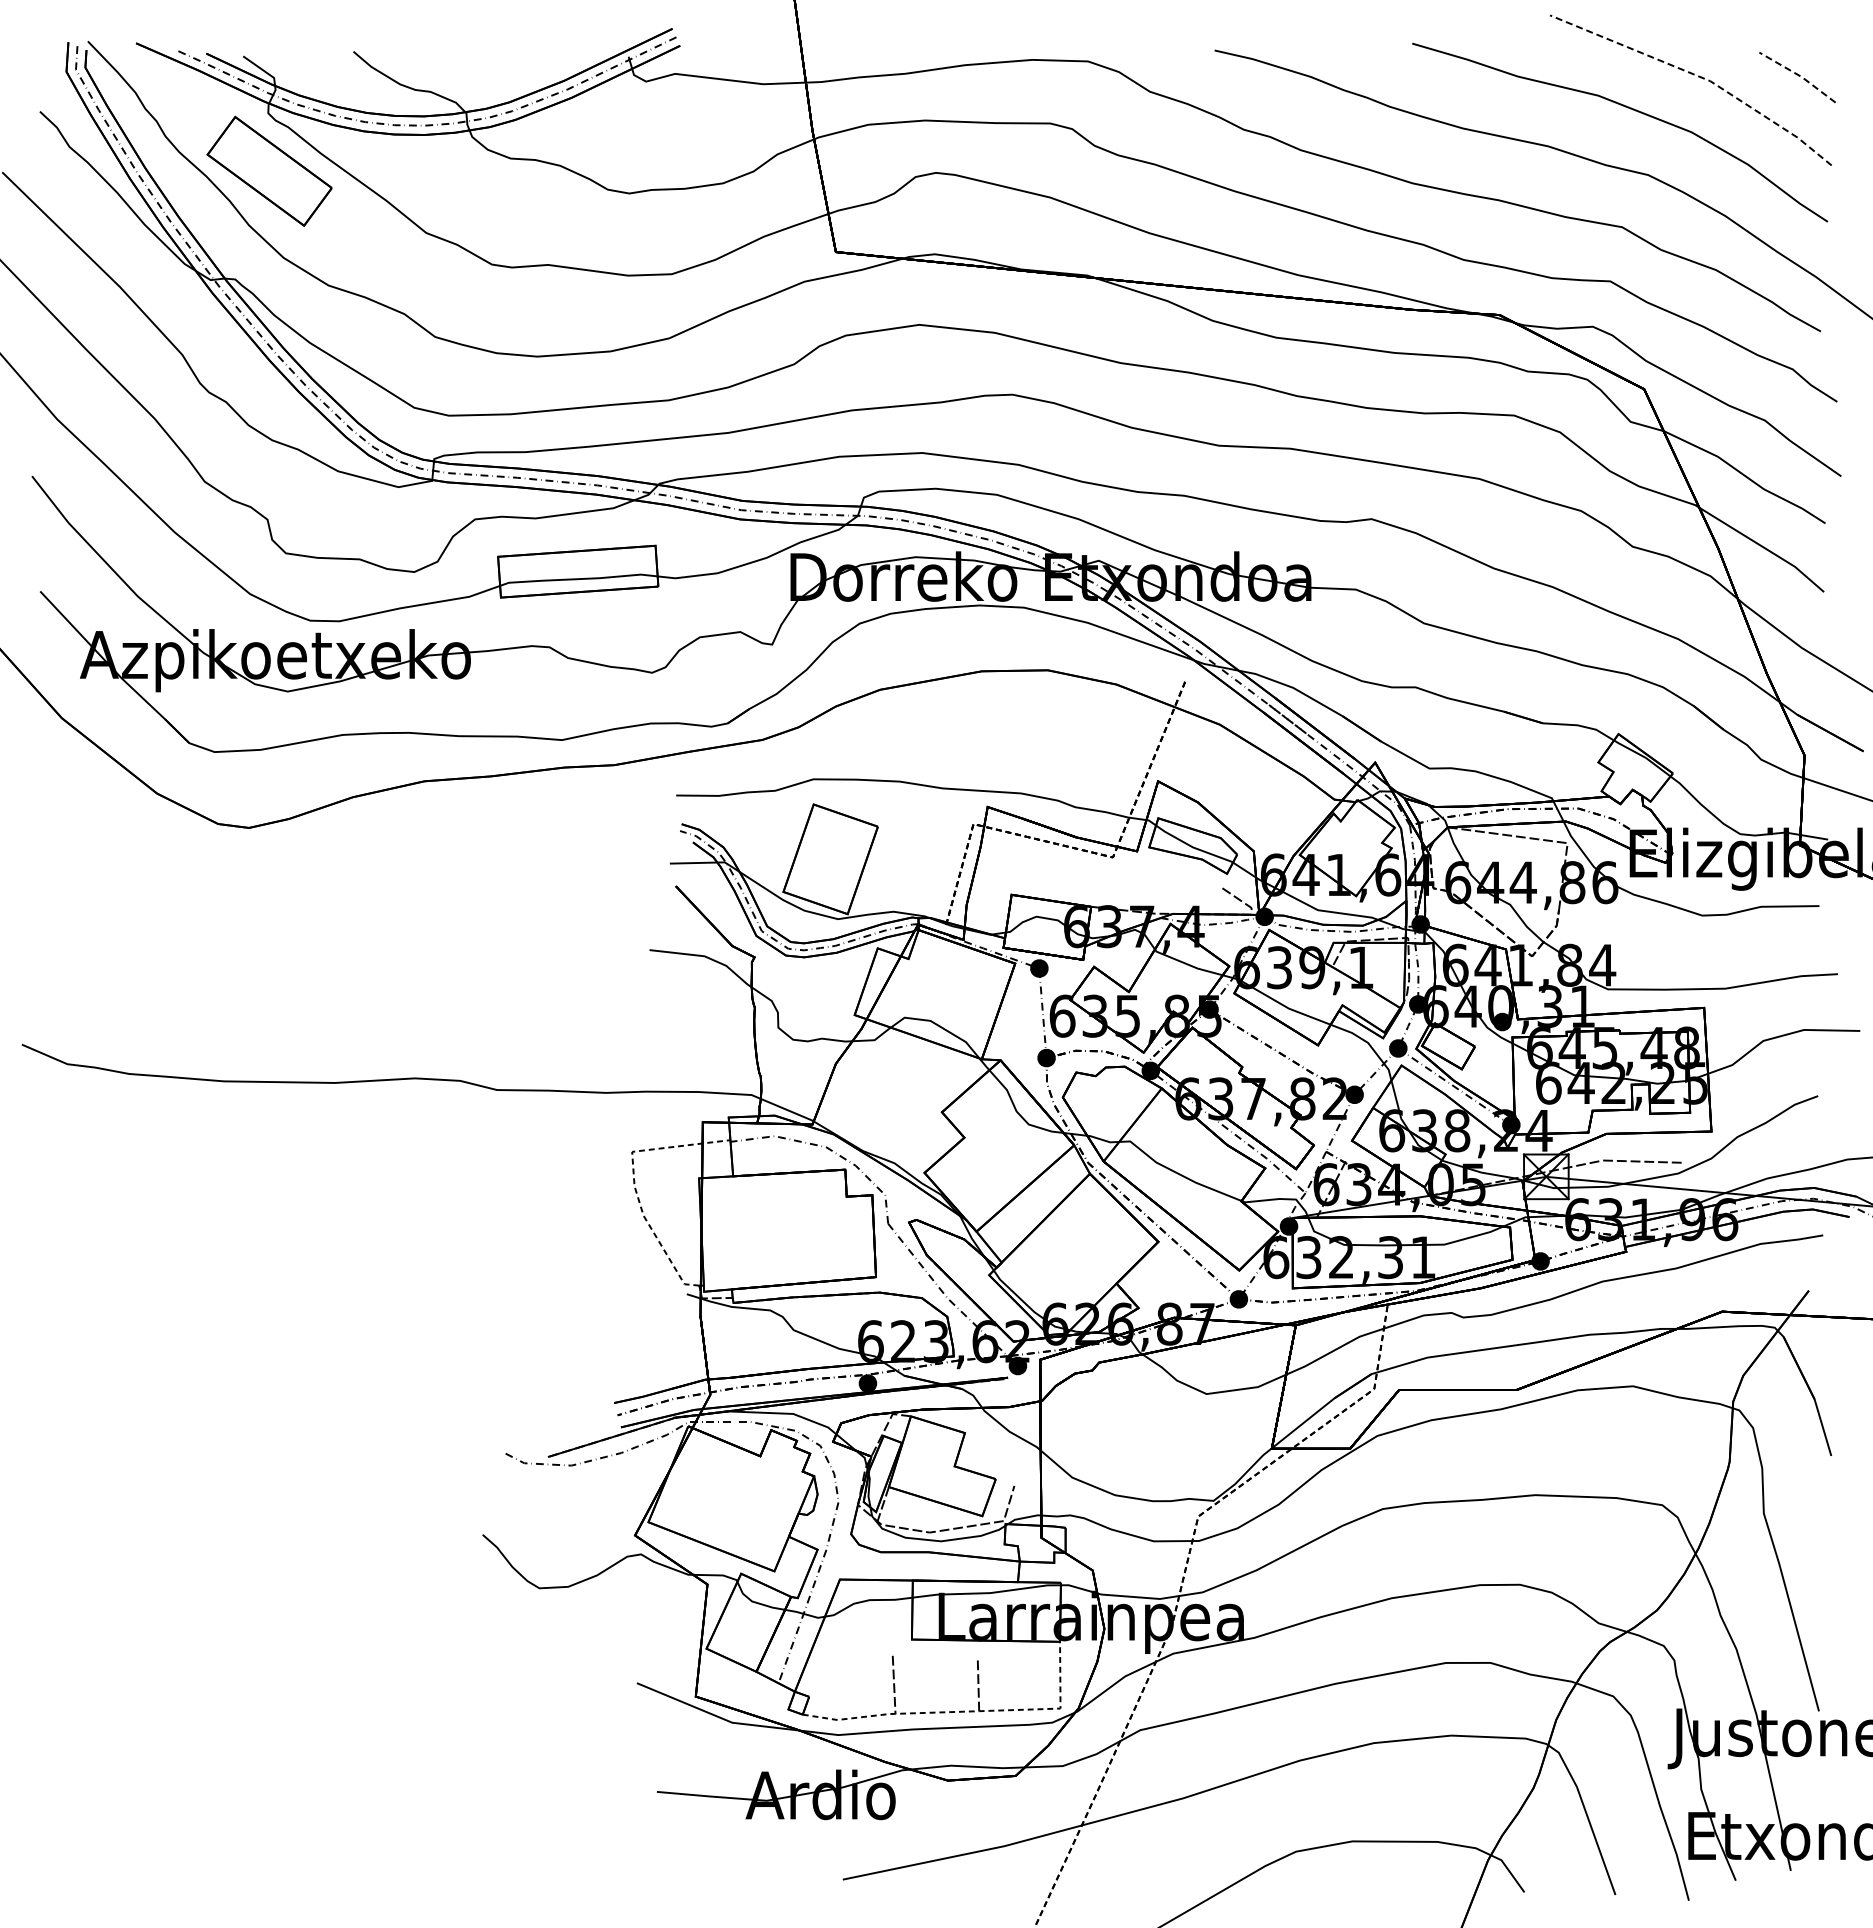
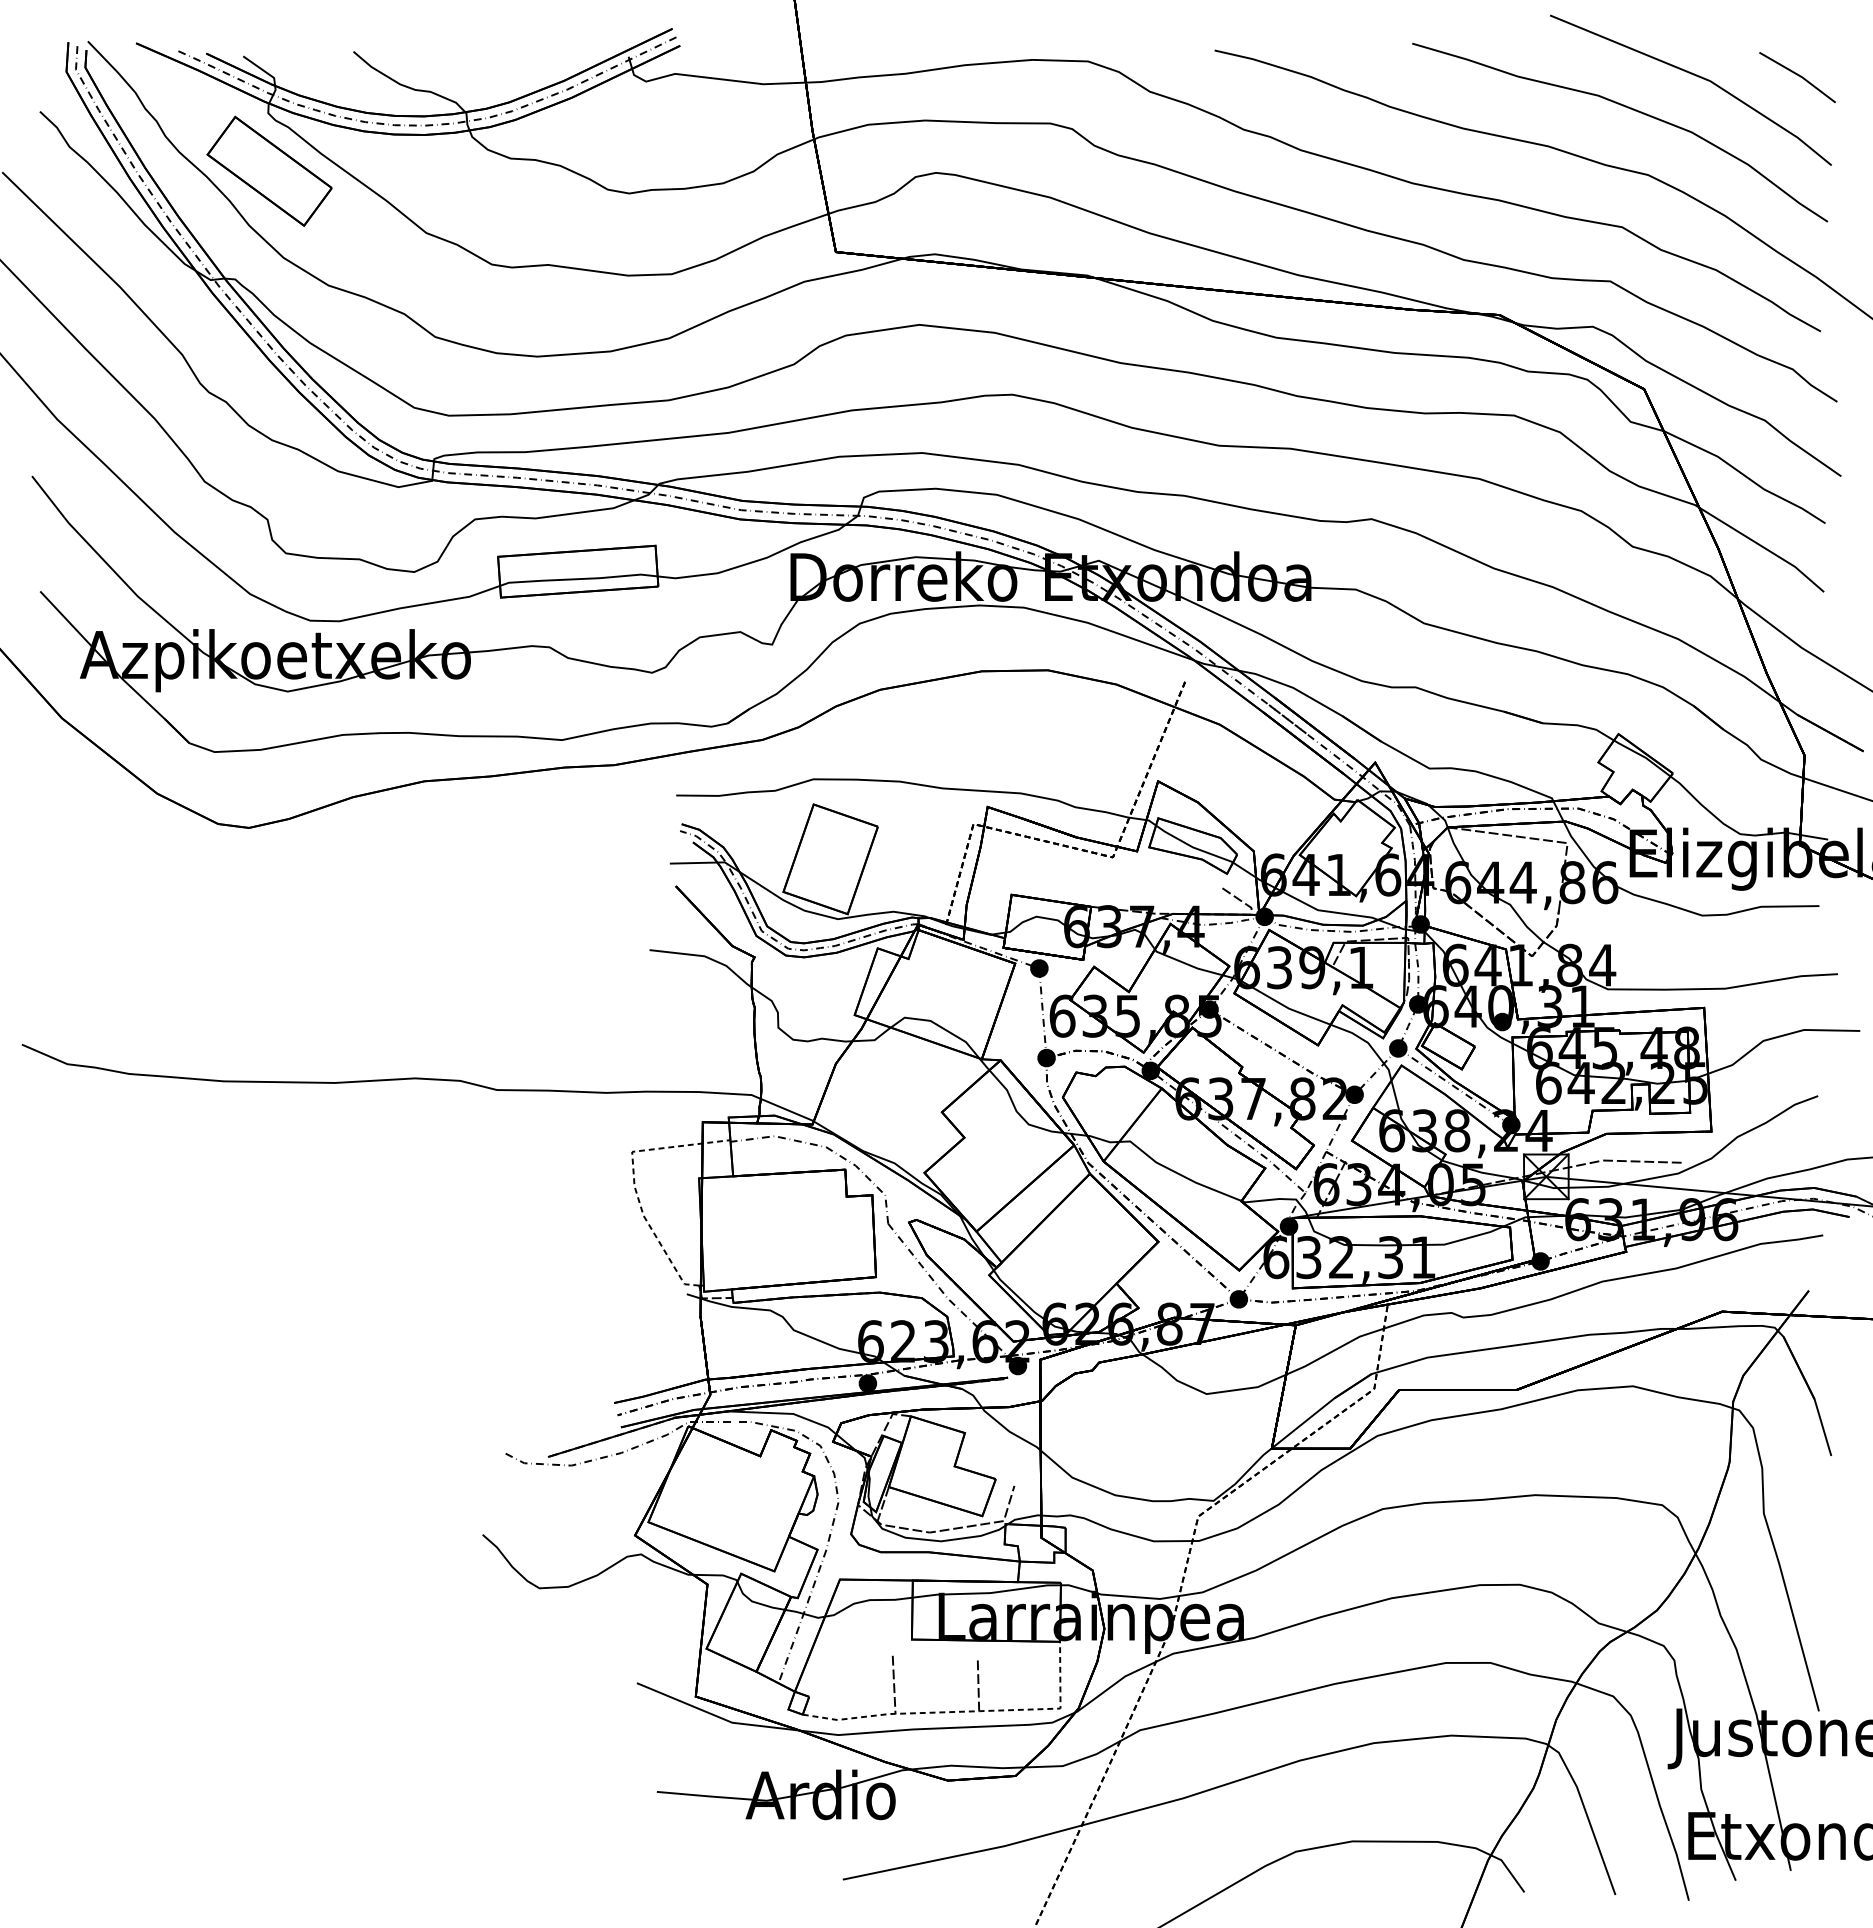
line at (1798, 75): dashed -> solid
line at (1699, 76): dashed -> solid
